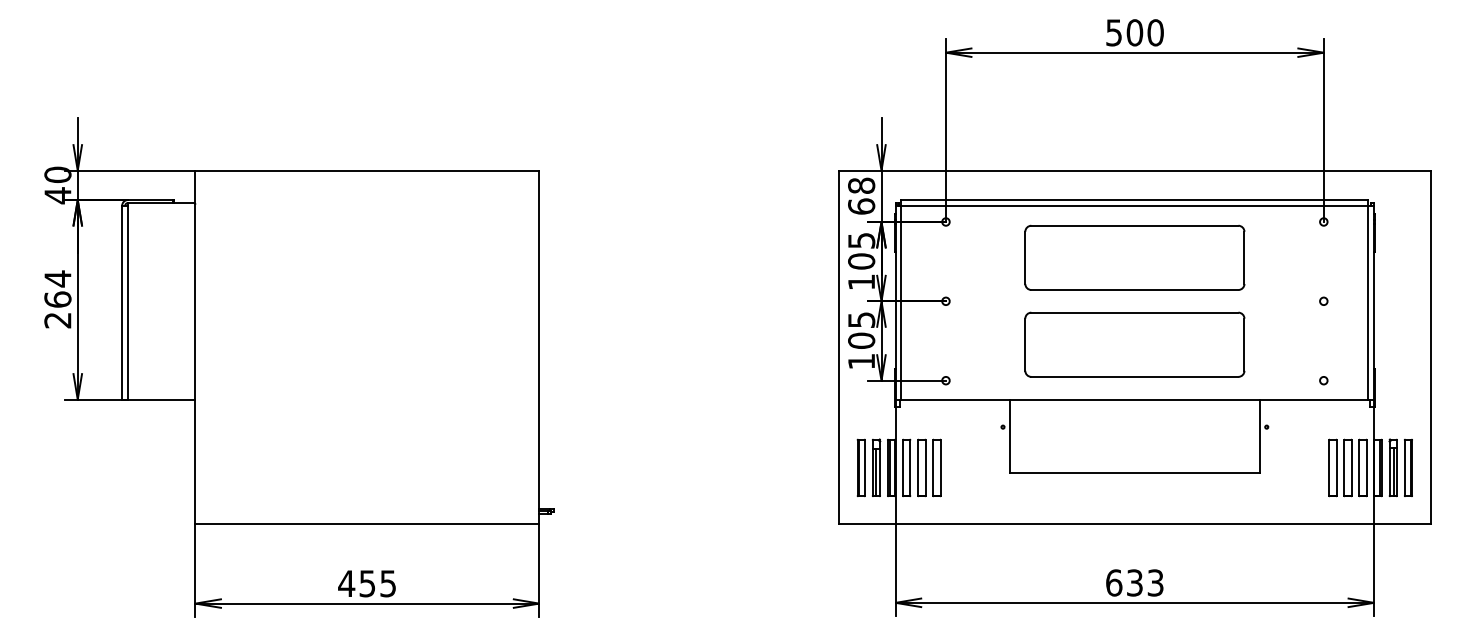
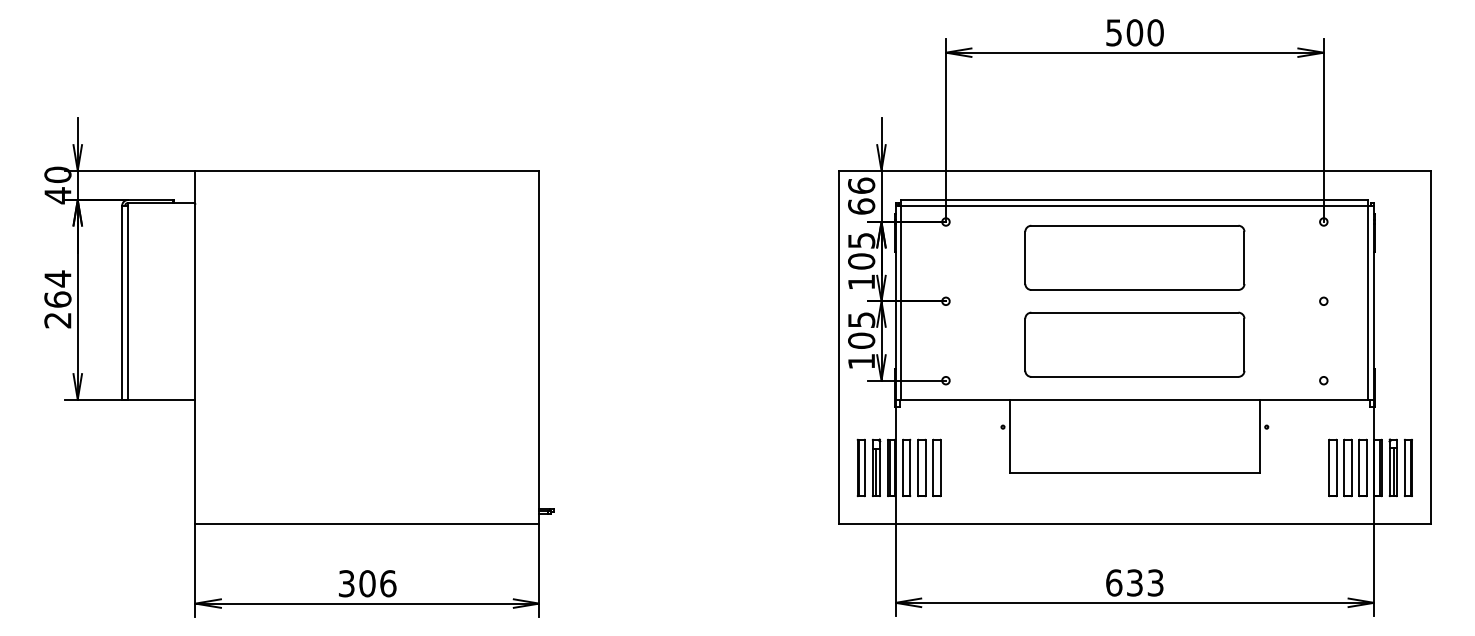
text at (861, 185): 68 -> 66
text at (367, 583): 455 -> 306
